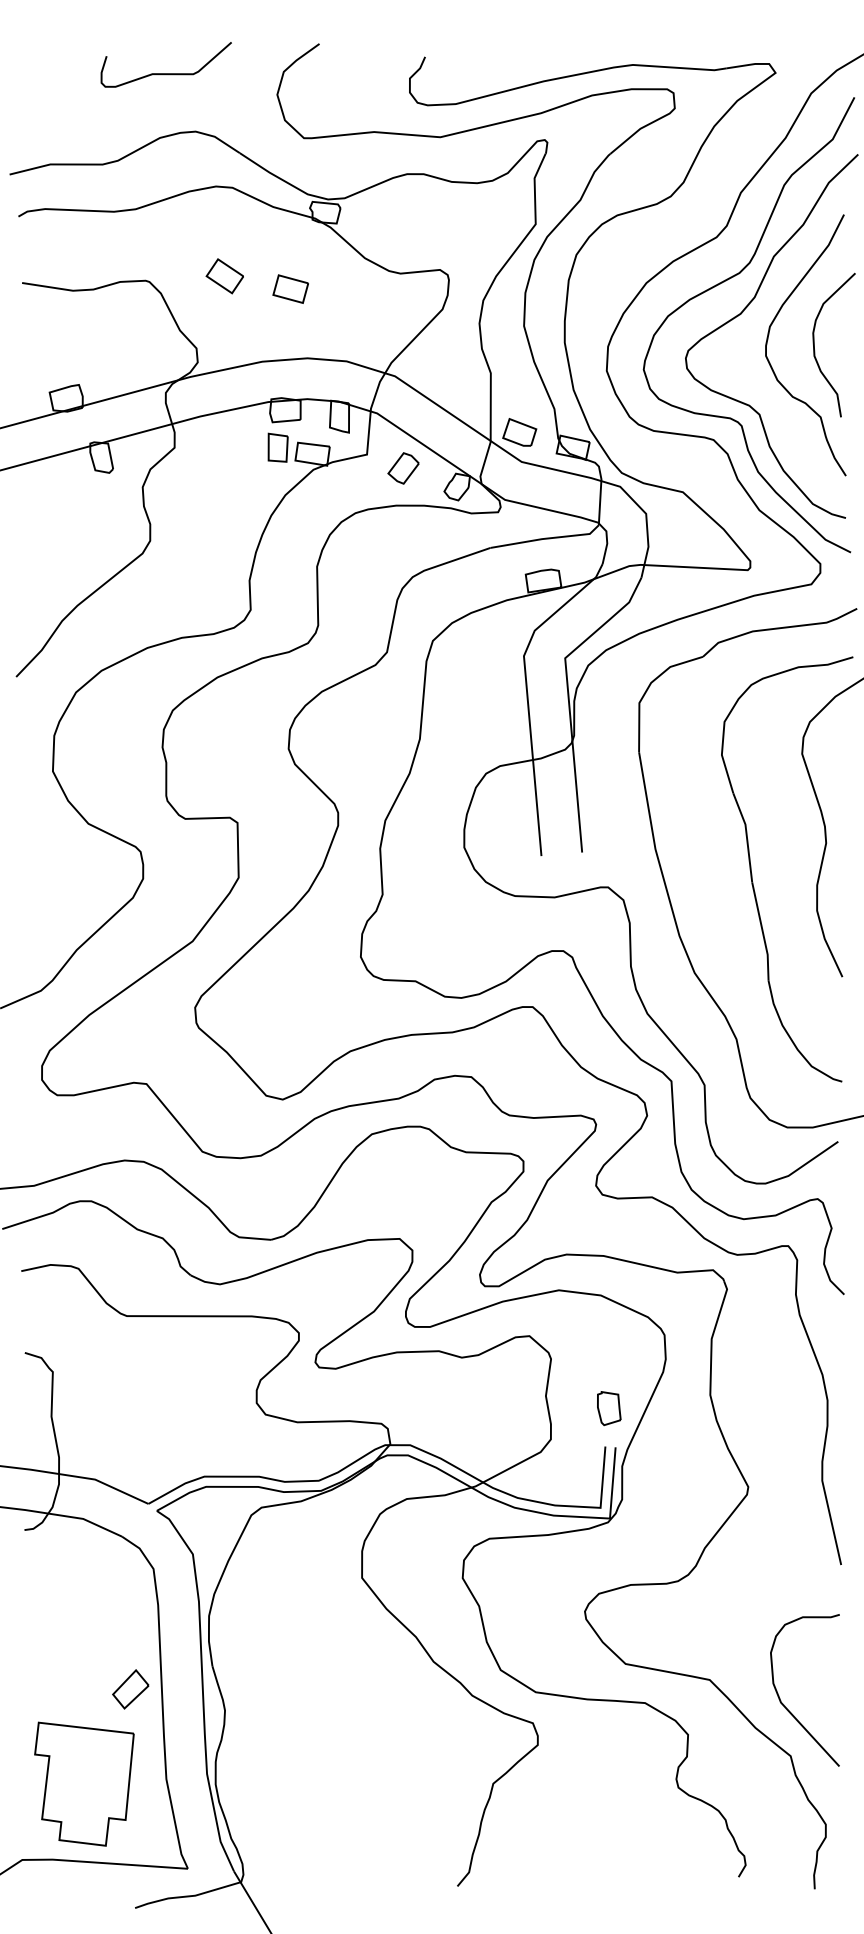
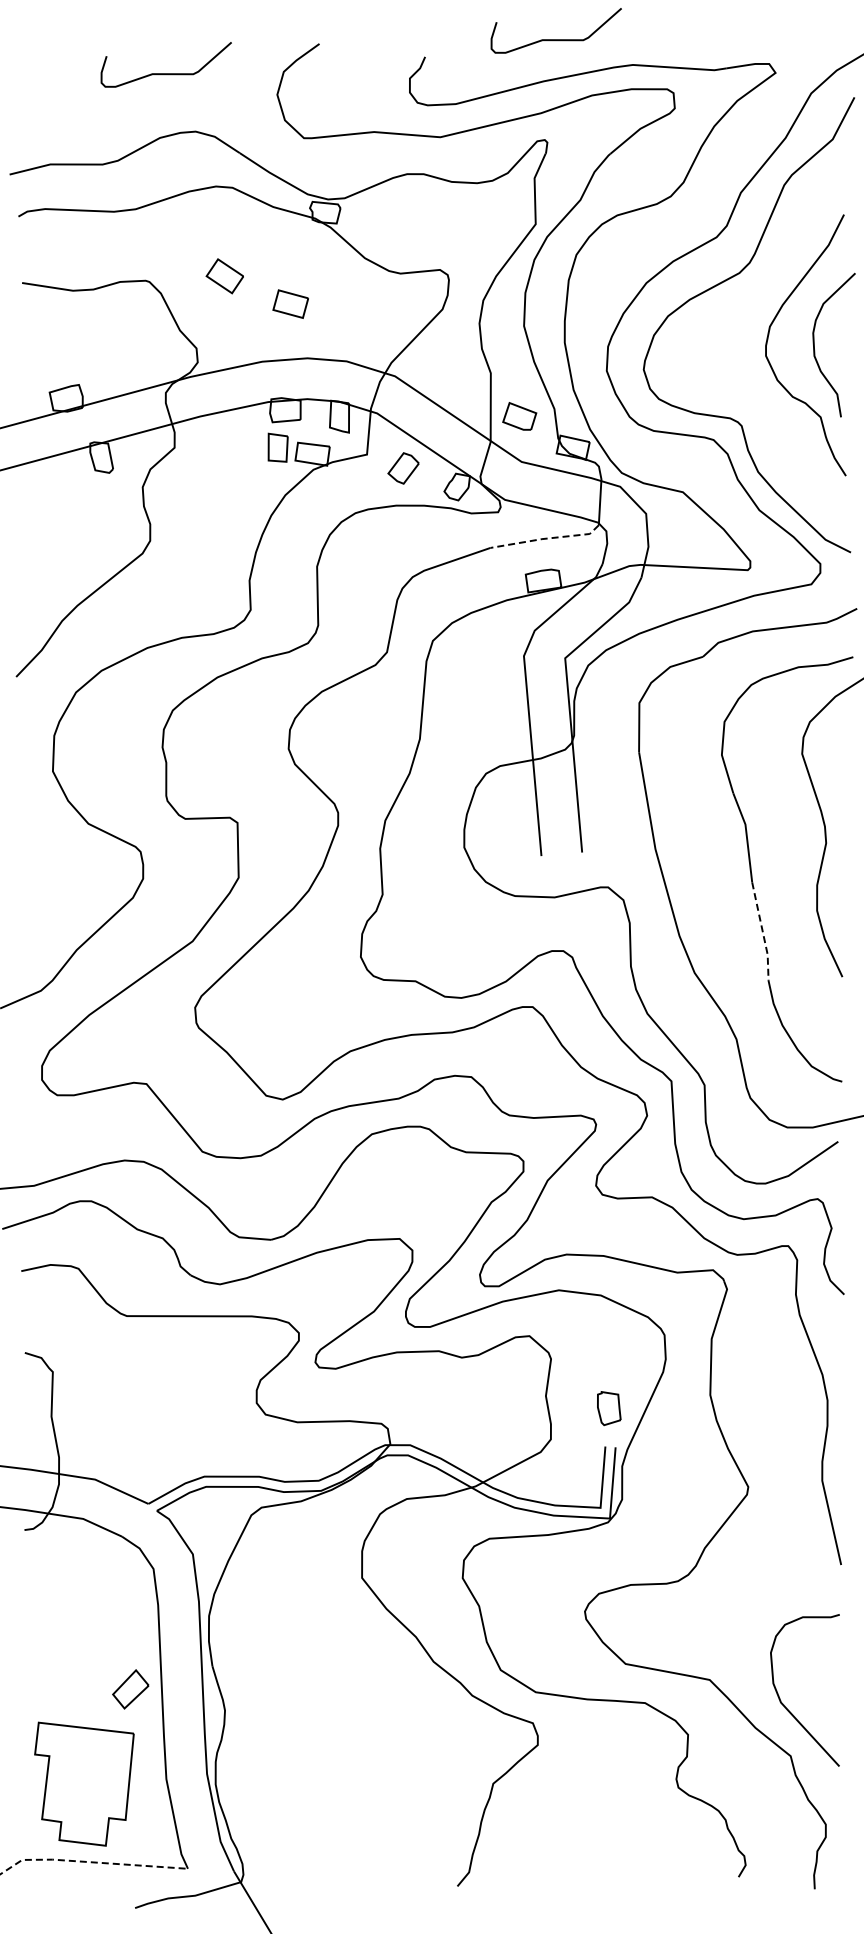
curve at (555, 39): none -> present
part at (290, 288) position: (290, 288) -> (290, 303)
curve at (743, 312): present -> none
part at (519, 432) position: (519, 432) -> (519, 416)
line at (545, 538): solid -> dashed
line at (762, 932): solid -> dashed
line at (91, 1862): solid -> dashed
